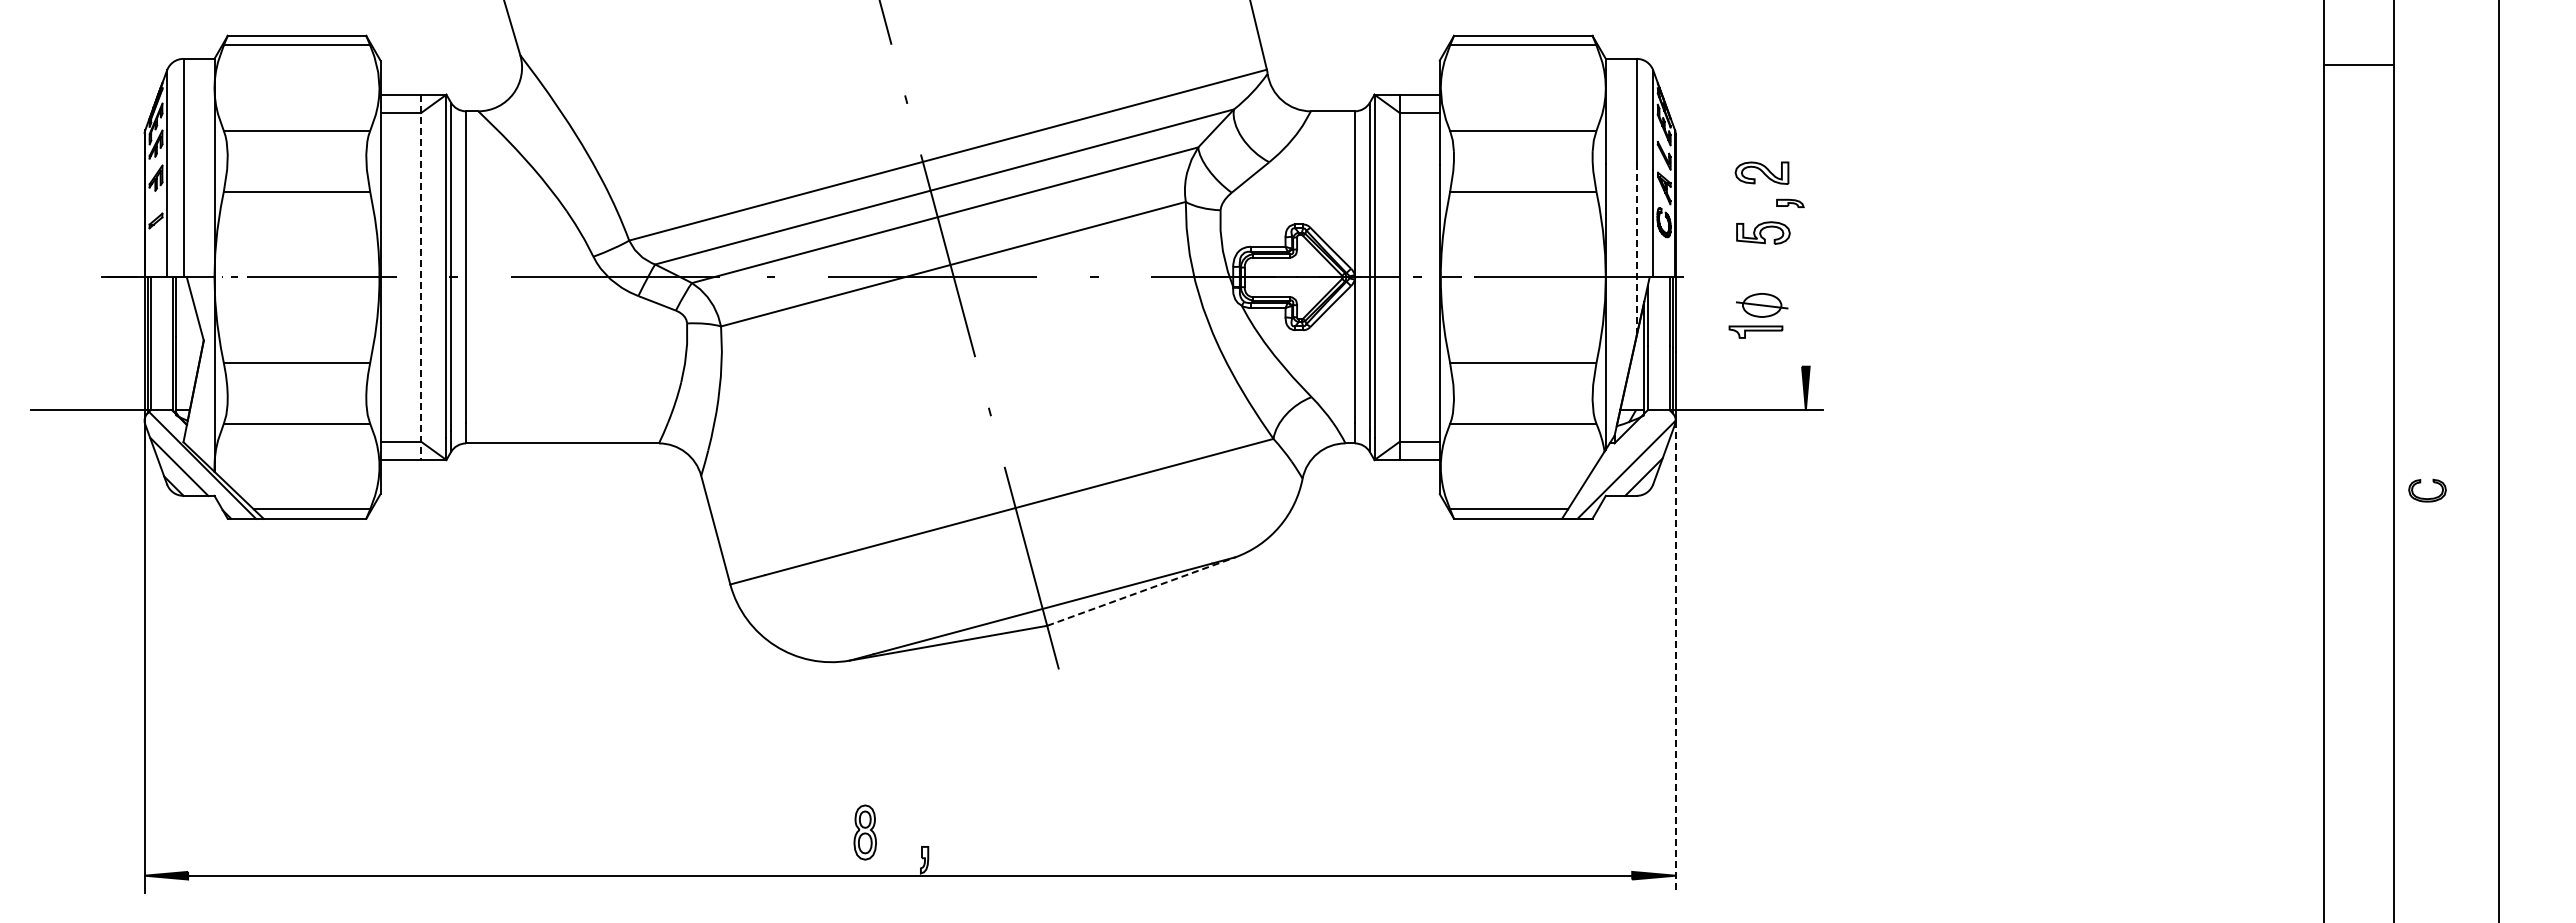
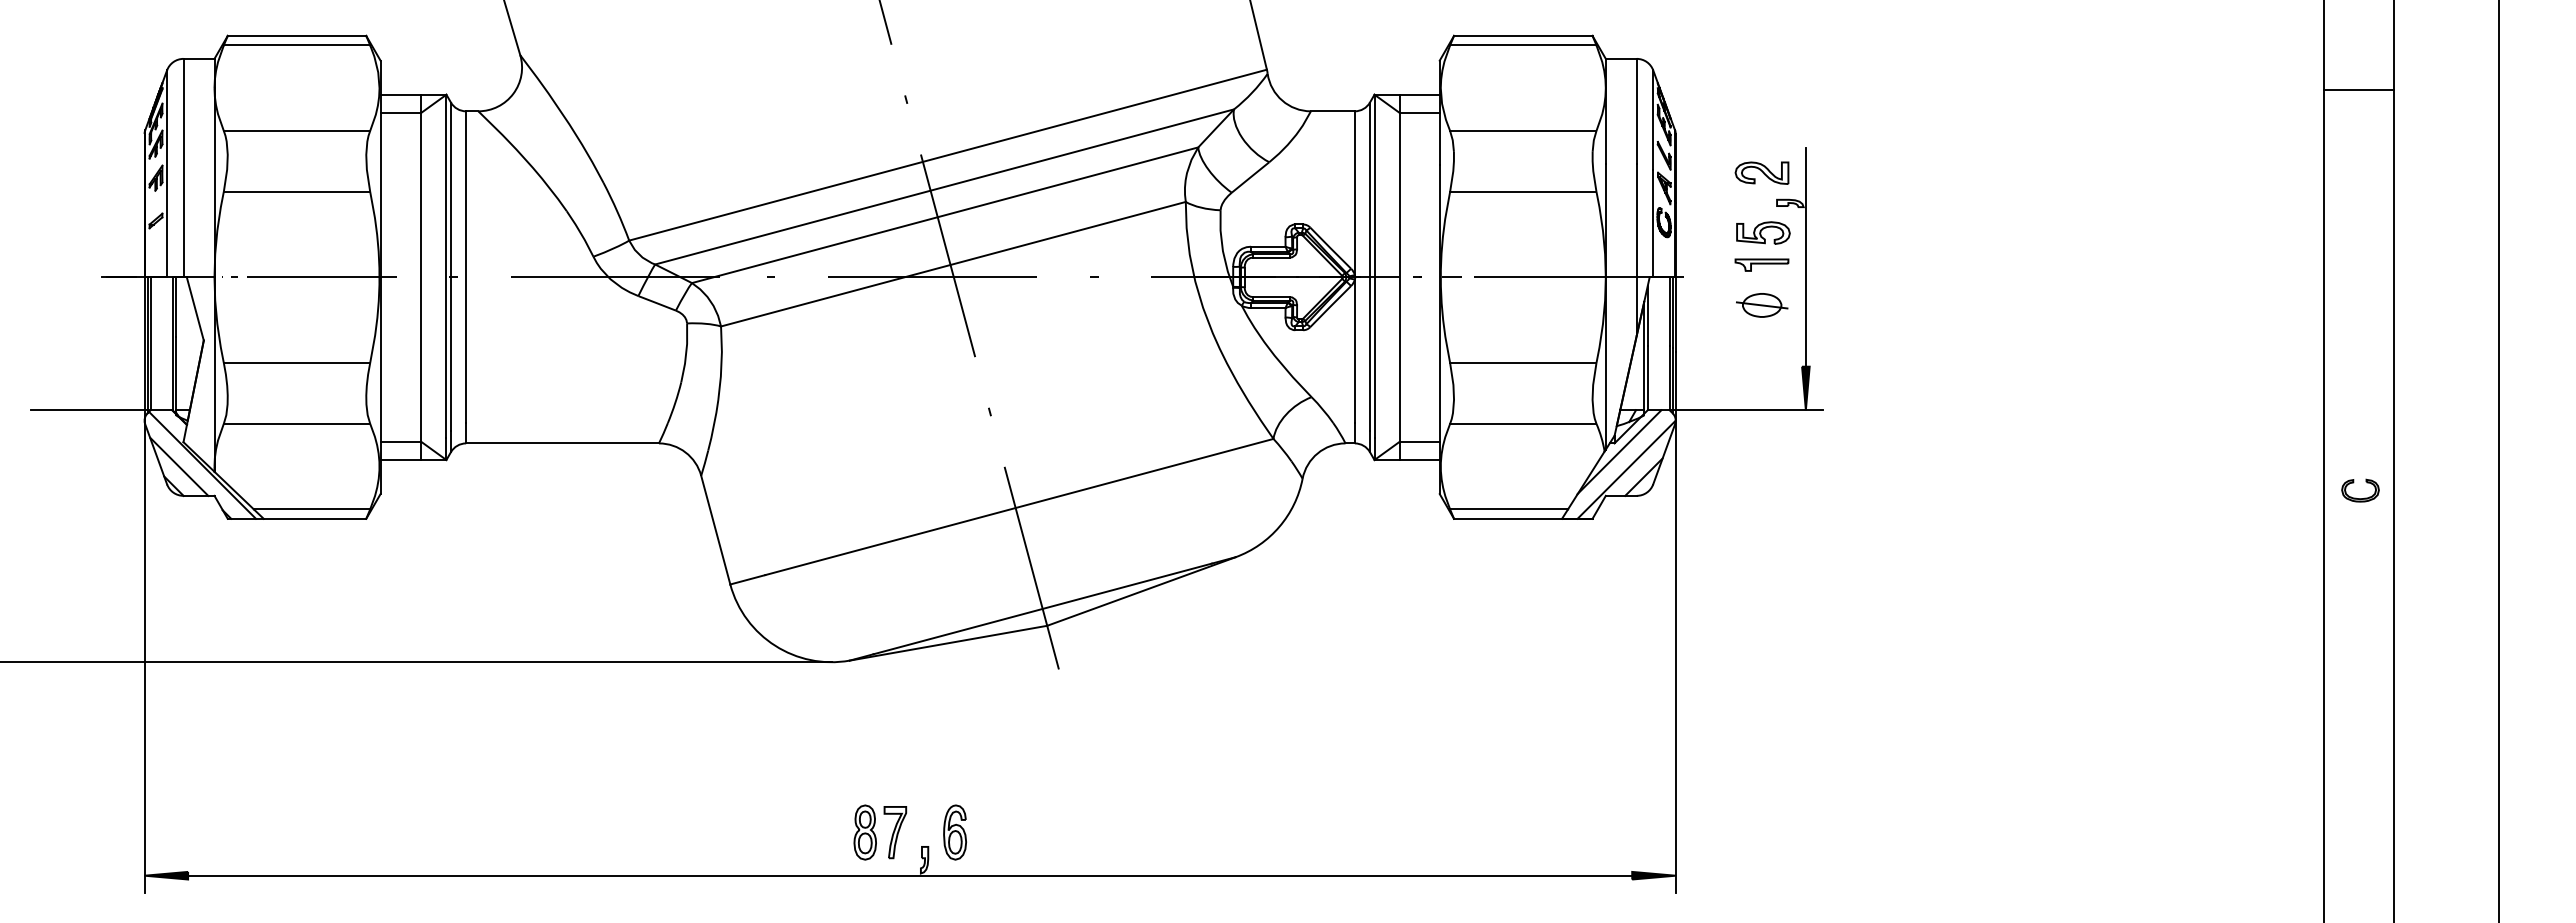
line at (2358, 65) position: (2358, 65) -> (2358, 90)
line at (1636, 249): dashed -> solid
line at (1805, 257): none -> present
line at (421, 277): dashed -> solid
part at (1755, 331) position: (1755, 331) -> (1761, 264)
line at (1619, 452): none -> present
part at (2427, 498) position: (2427, 498) -> (2360, 498)
line at (1141, 591): dashed -> solid
line at (1675, 657): dashed -> solid
line at (416, 662): none -> present
part at (895, 832): none -> present
part at (954, 832): none -> present
